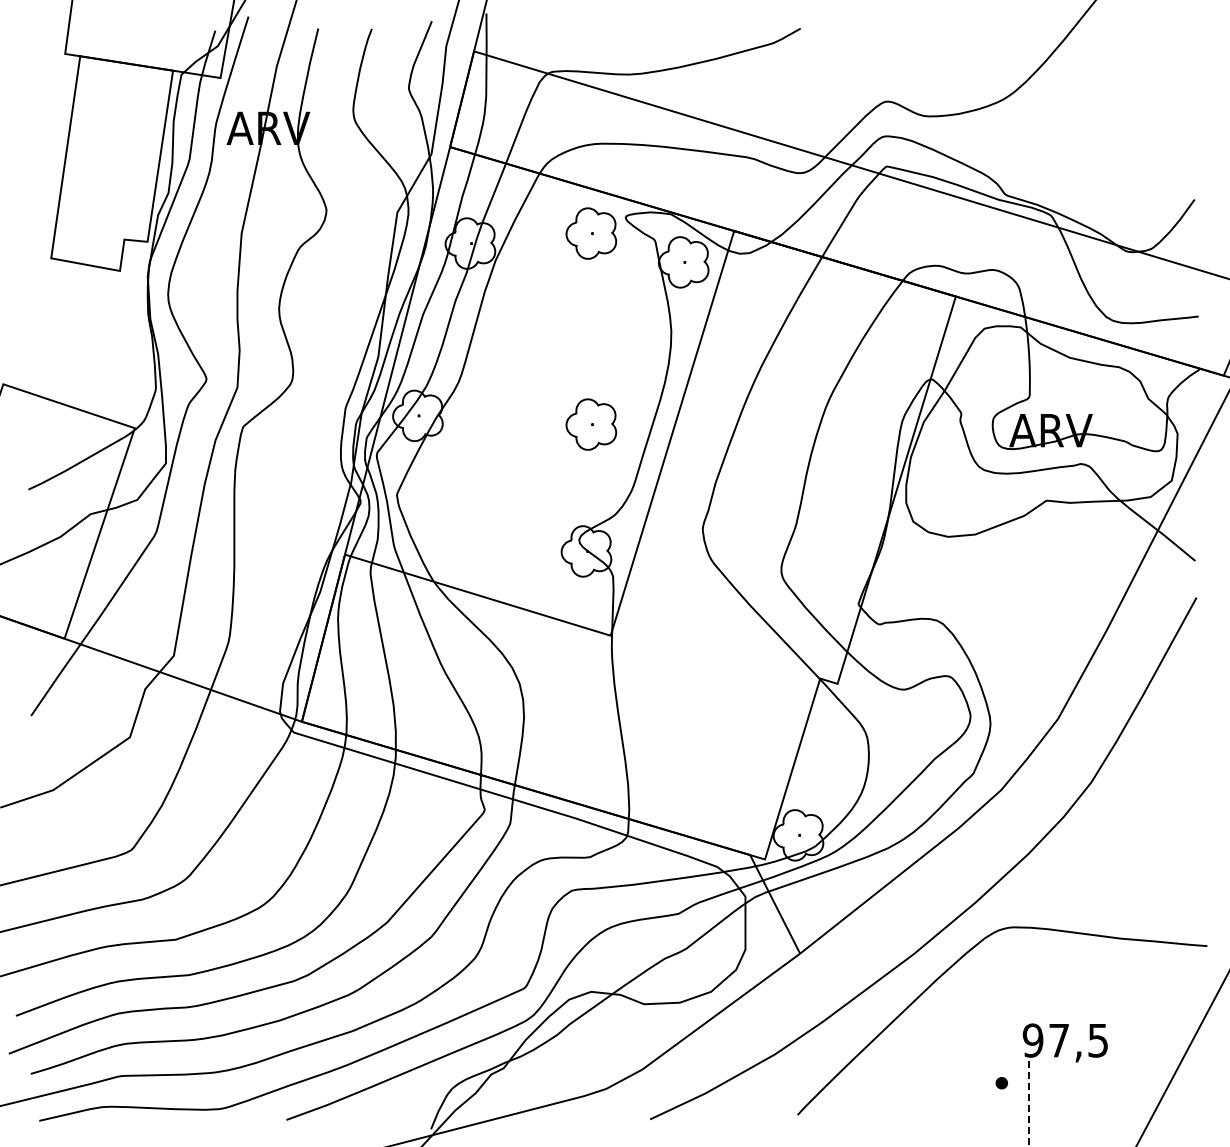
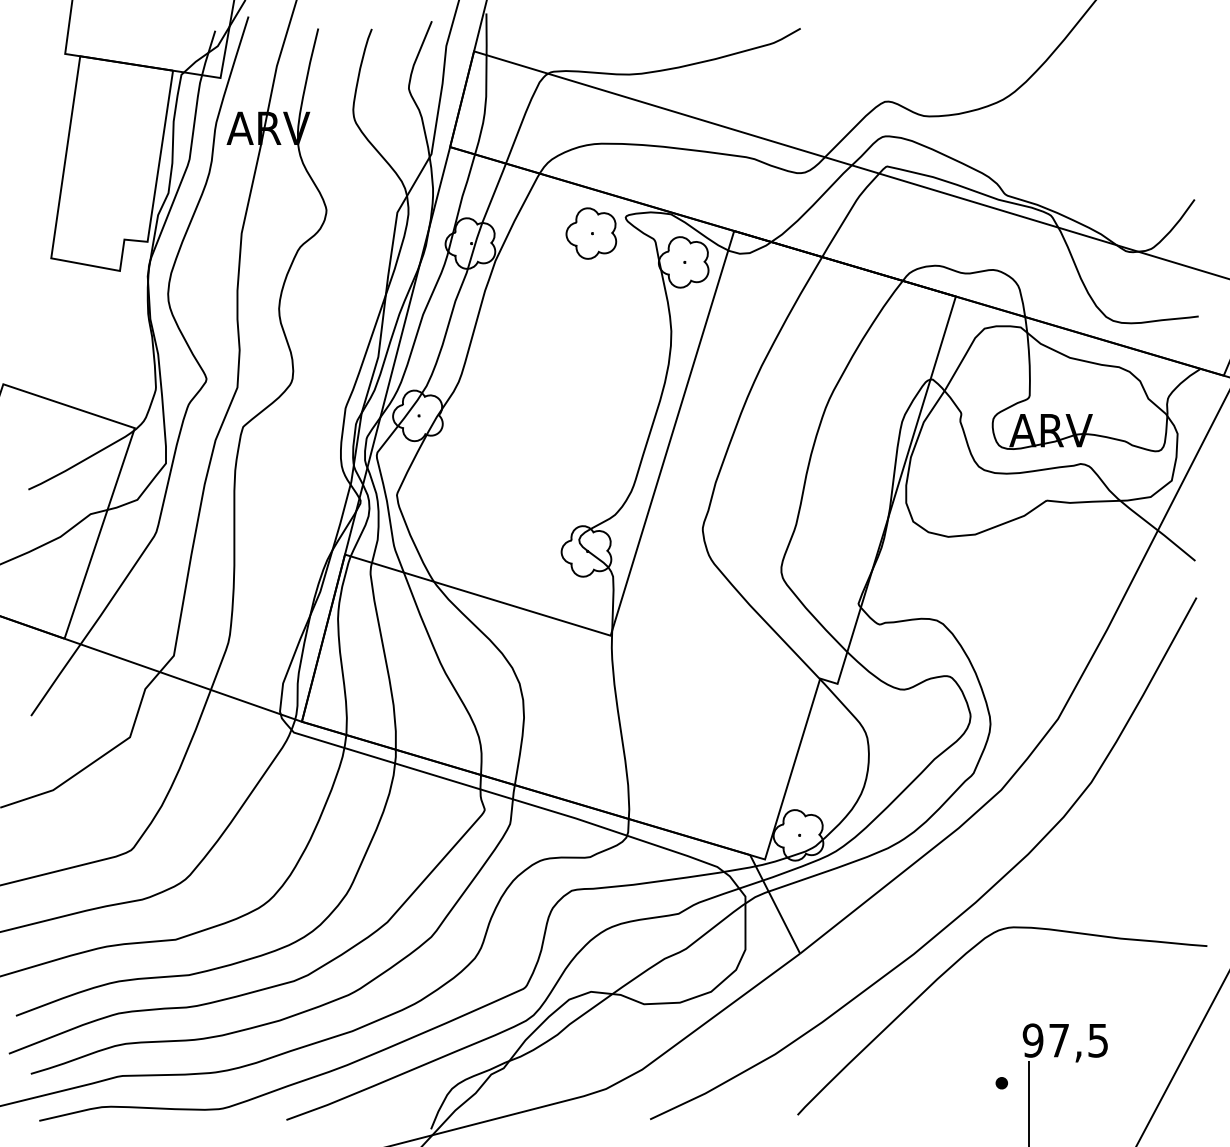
part at (591, 424): present -> none
line at (1029, 1103): dashed -> solid
